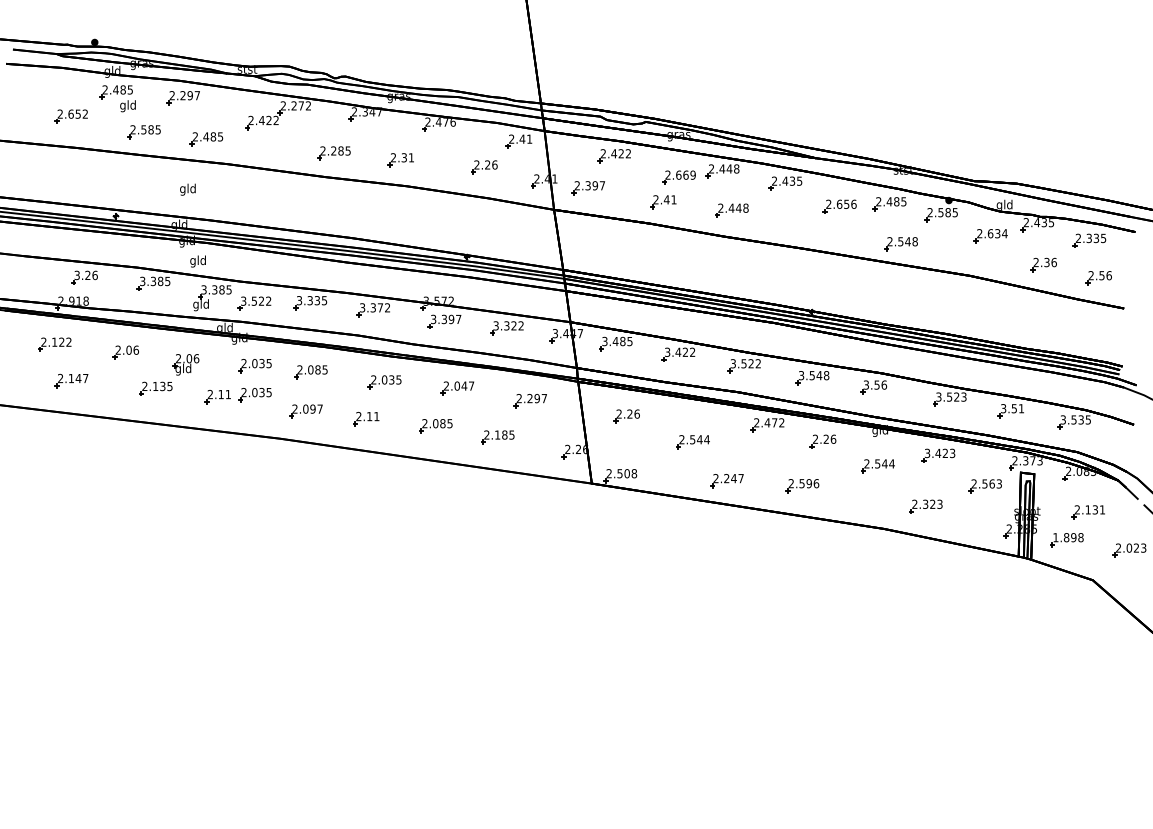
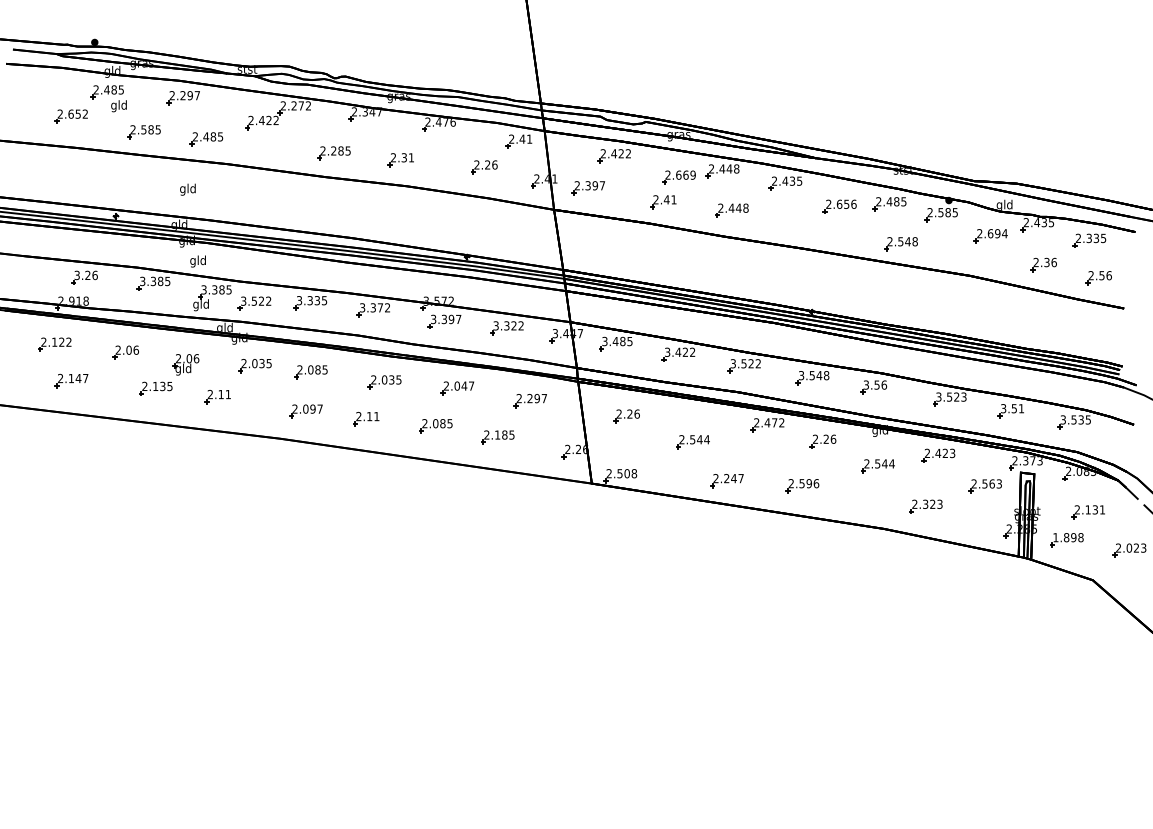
part at (117, 98) position: (117, 98) -> (108, 98)
text at (997, 233): 2.634 -> 2.694
part at (254, 395): present -> none
text at (927, 453): 3.423 -> 2.423
